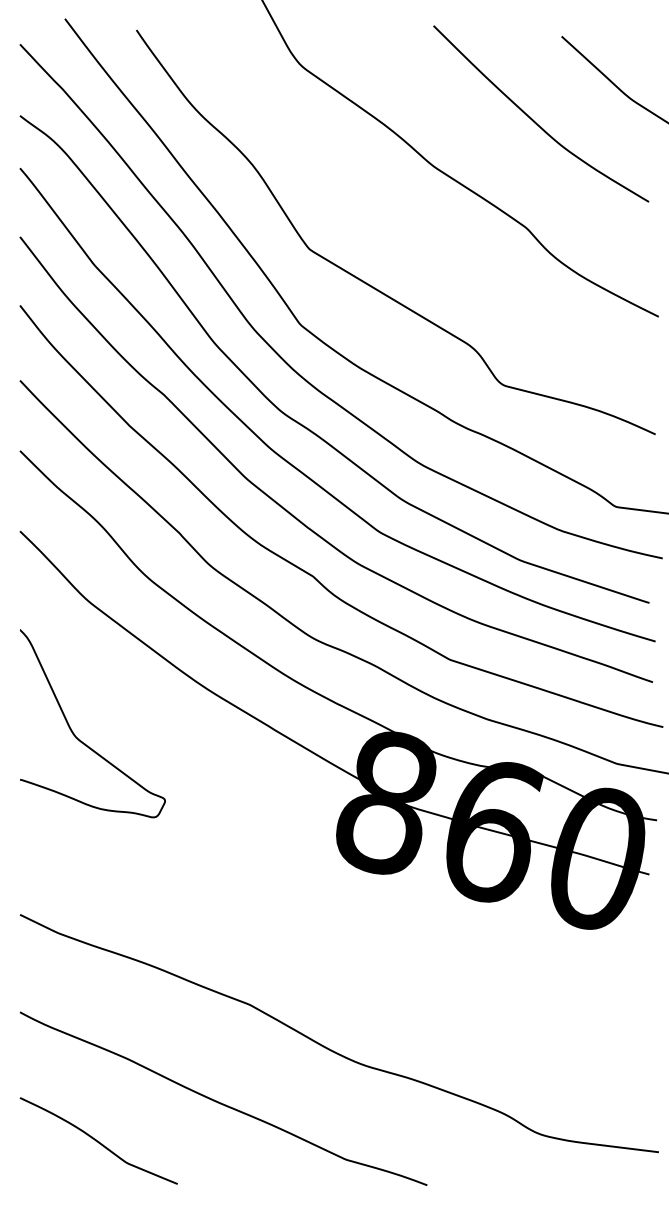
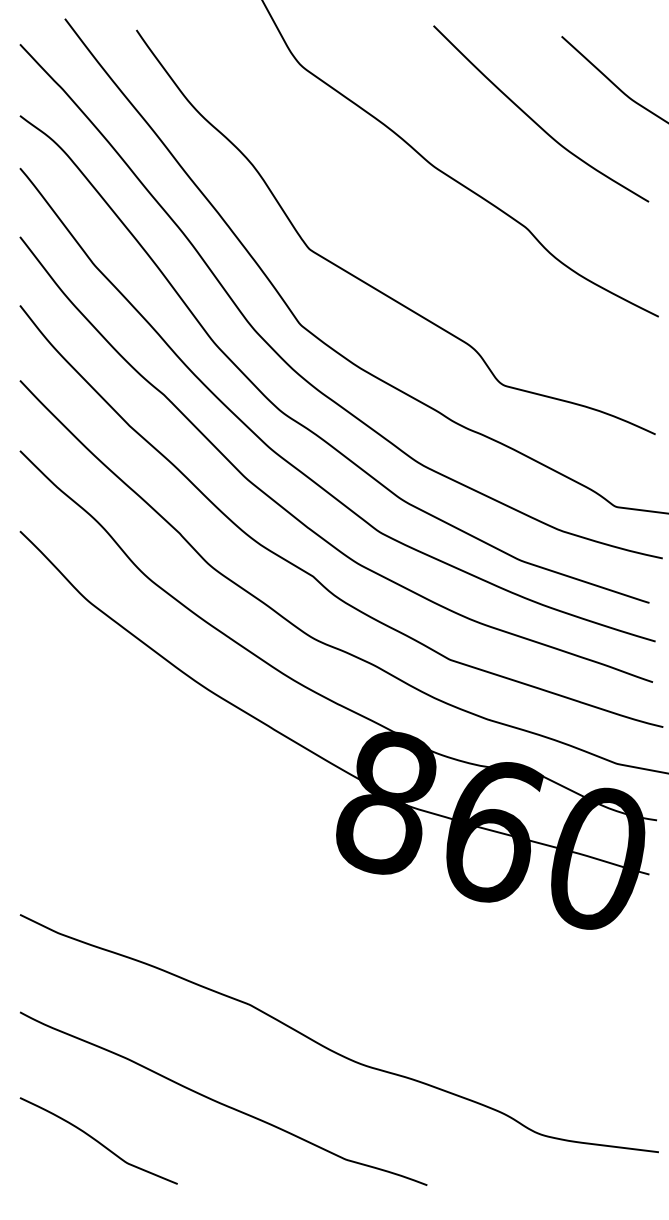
curve at (75, 734): present -> none
